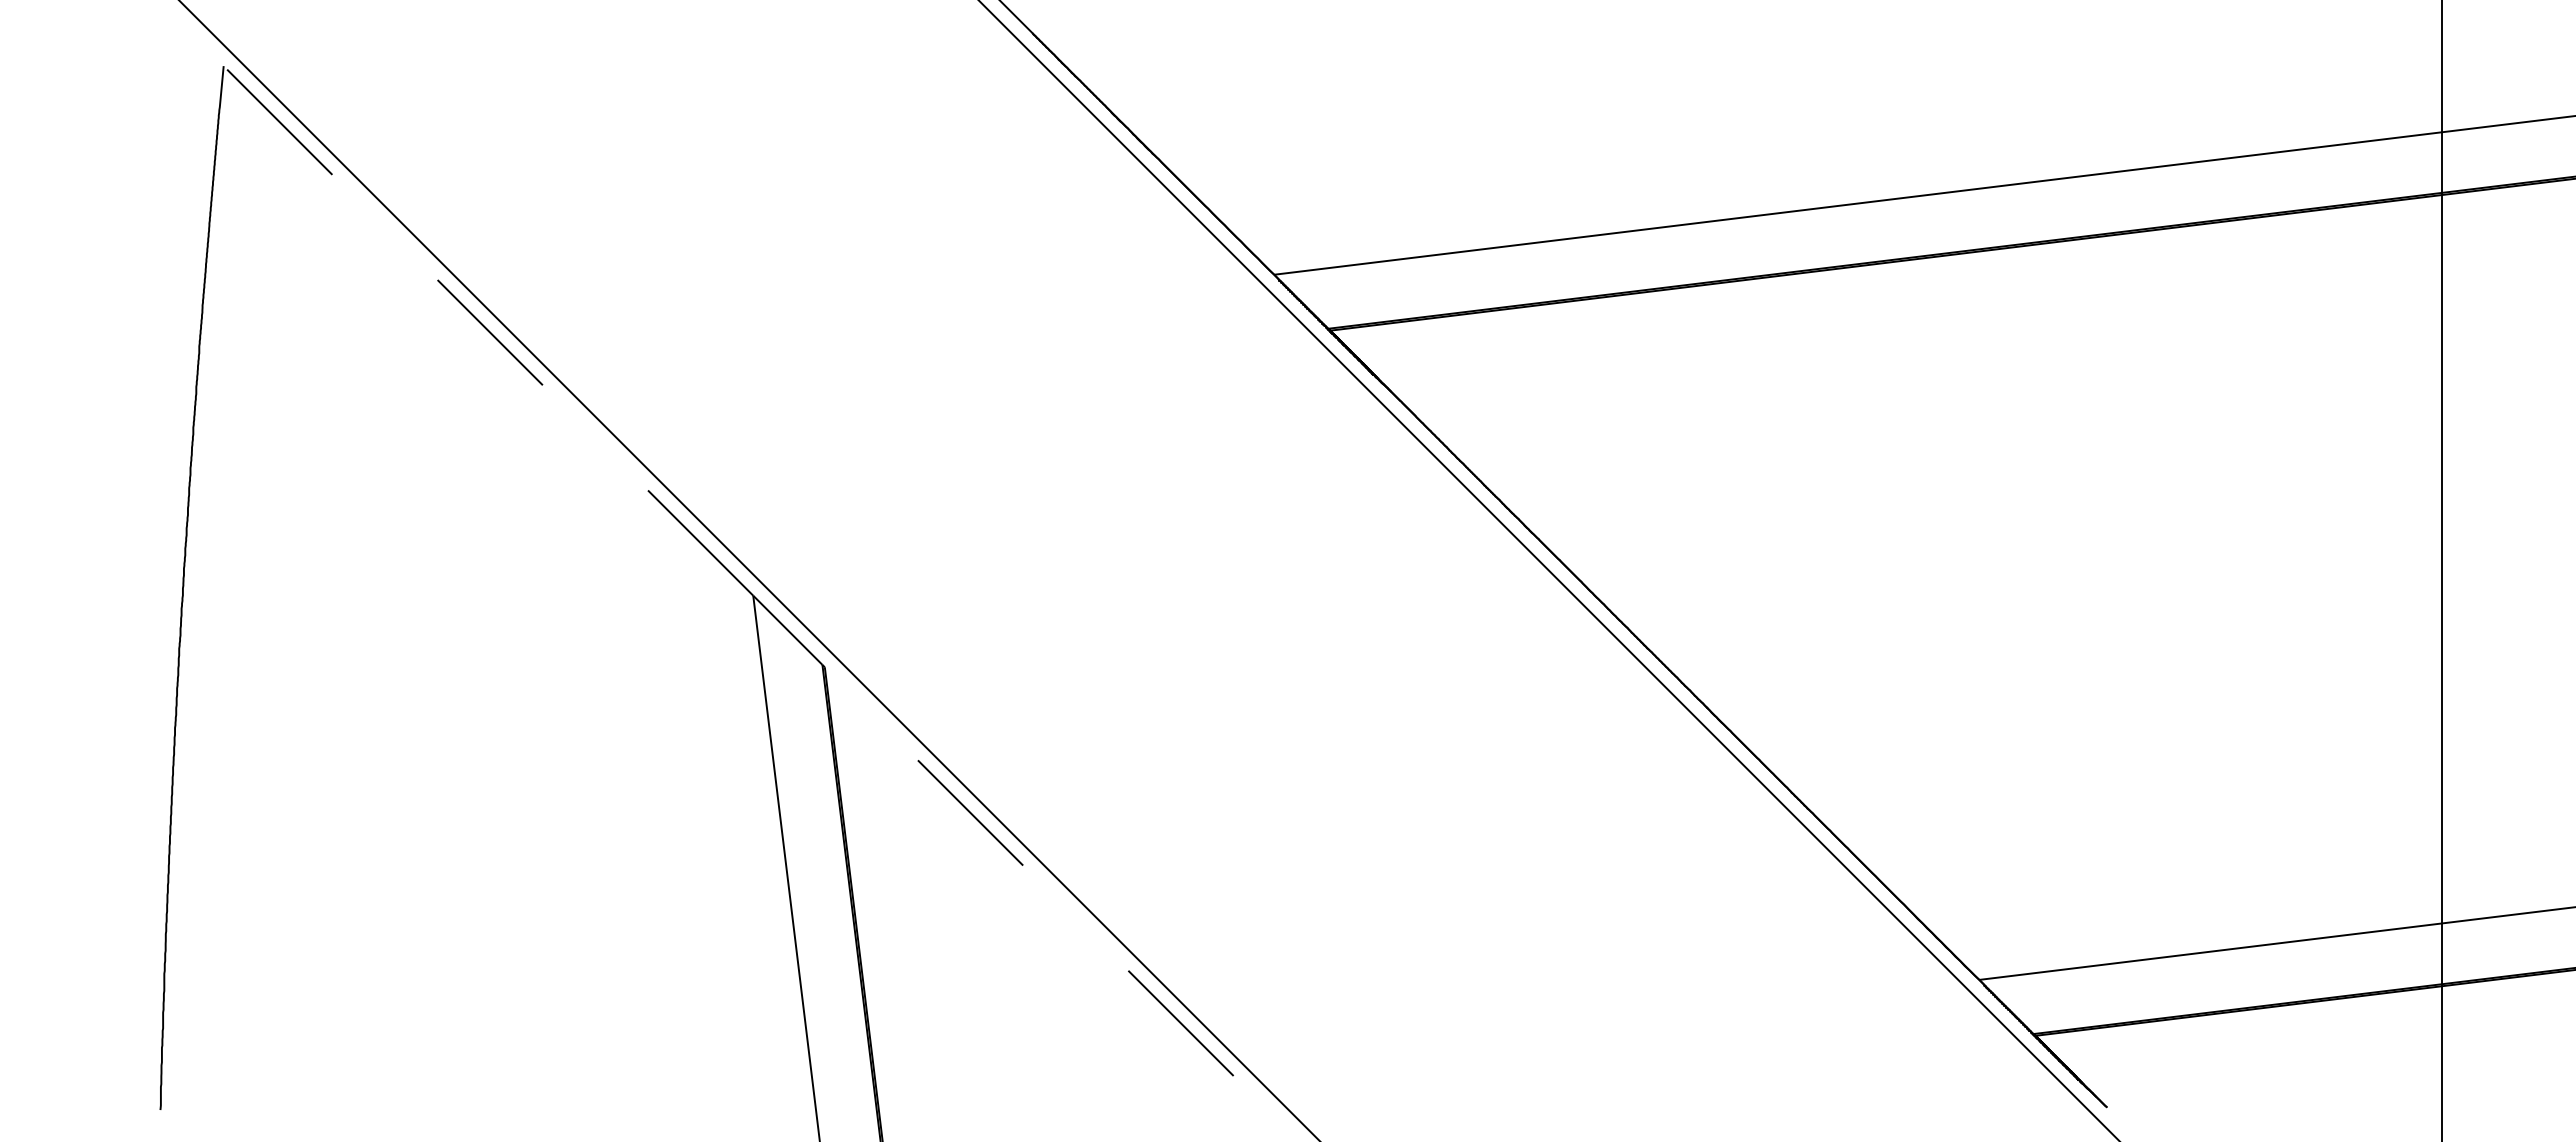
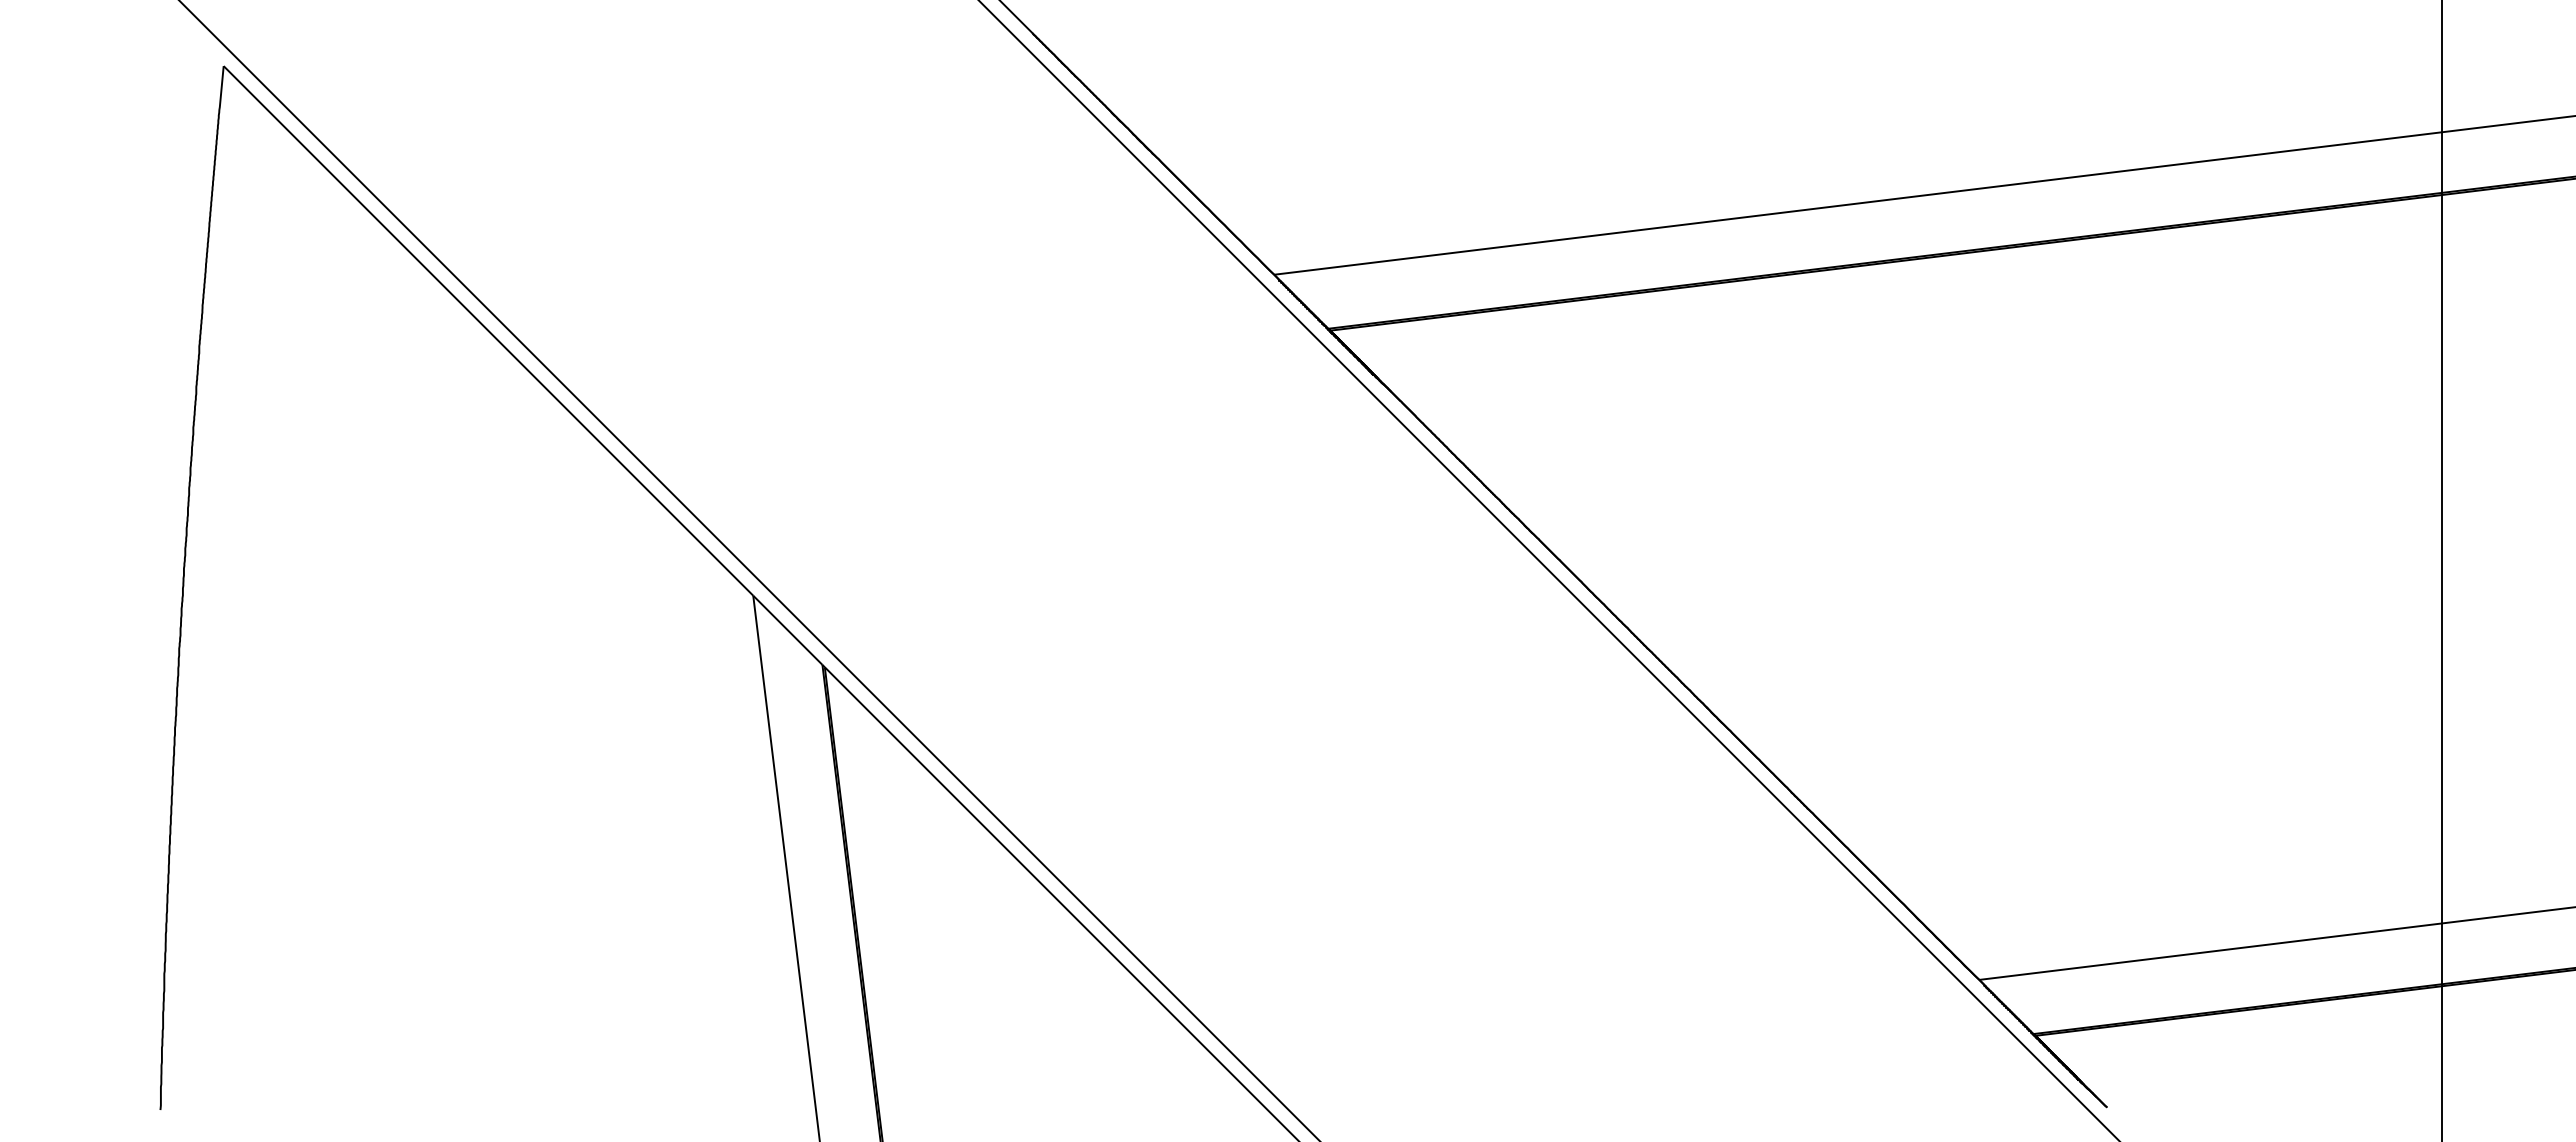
line at (488, 330): dashed -> solid
line at (1061, 903): dashed -> solid
